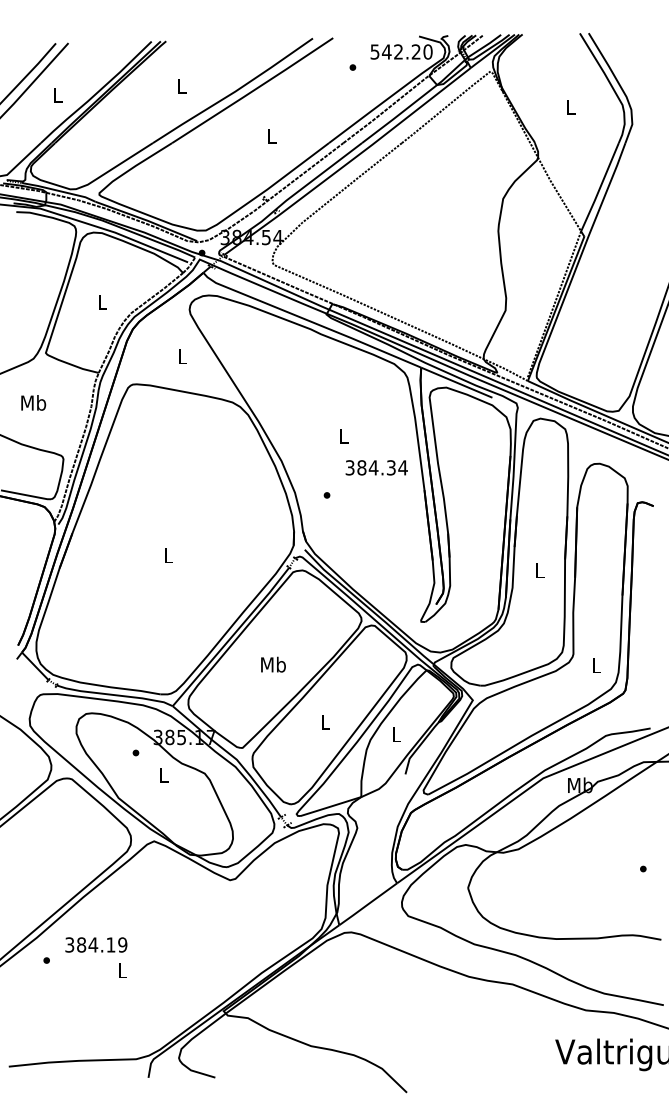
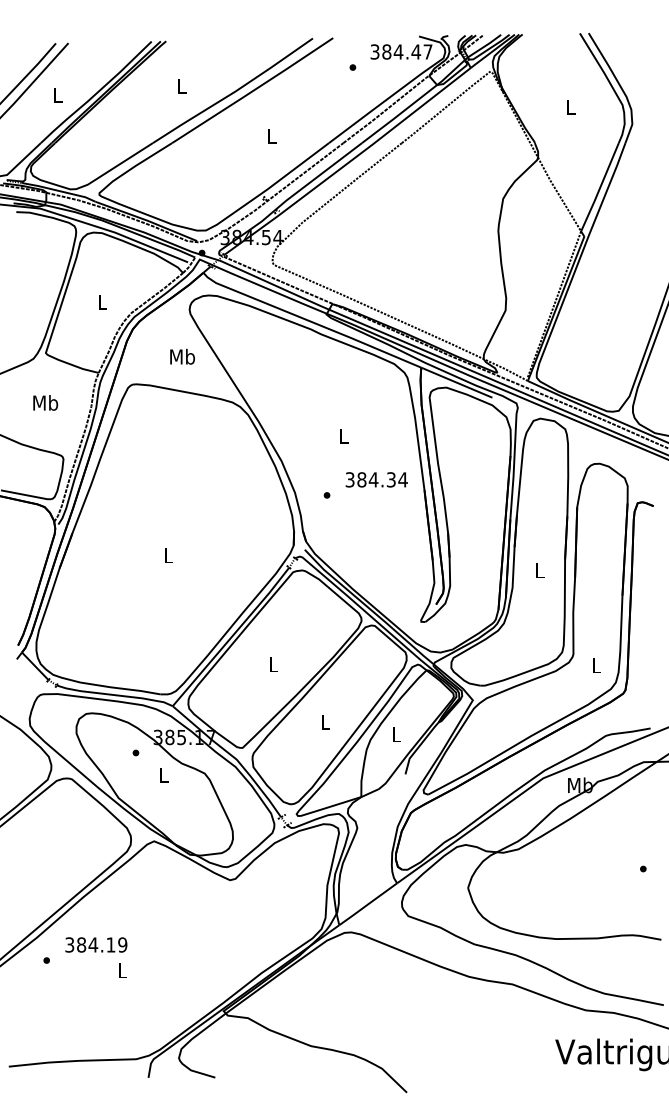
text at (401, 51): 542.20 -> 384.47
text at (182, 356): L -> Mb
text at (33, 402) position: (33, 402) -> (45, 402)
text at (376, 467) position: (376, 467) -> (376, 479)
text at (273, 664): Mb -> L
